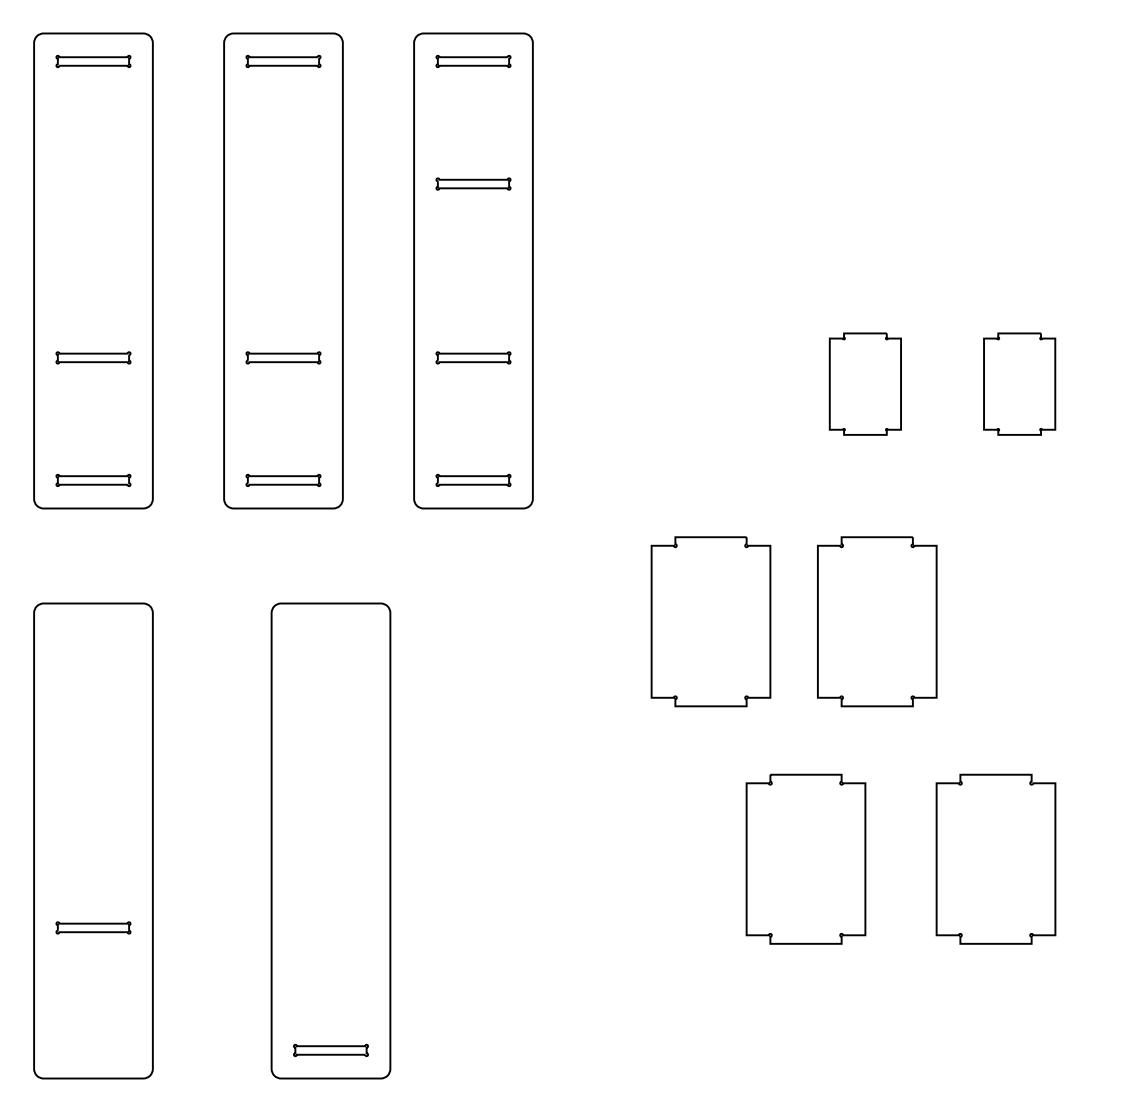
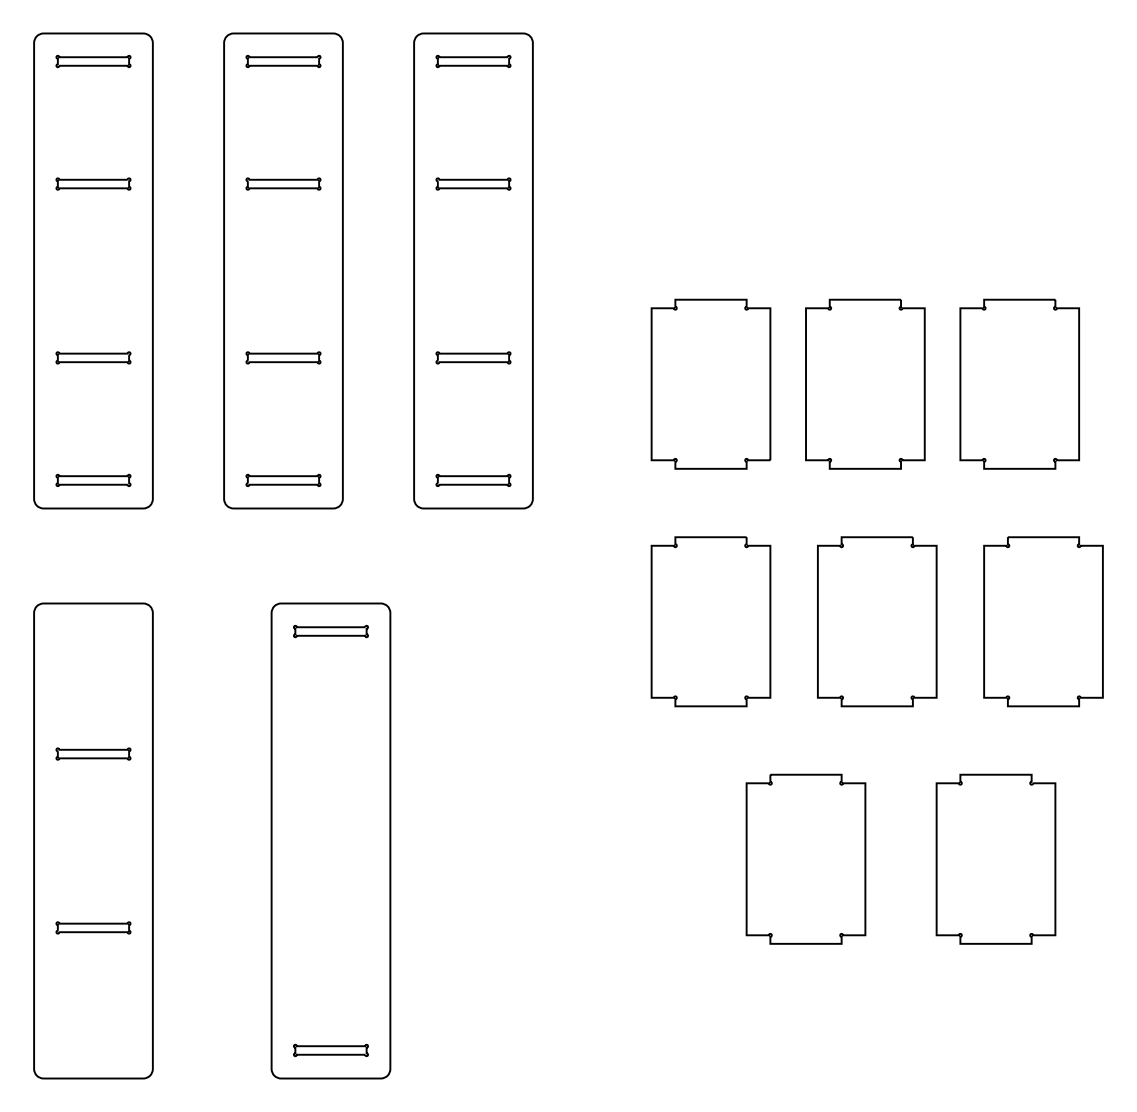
part at (93, 183): none -> present
part at (283, 183): none -> present
part at (710, 383): none -> present
part at (864, 383) size: 74x104 px -> 121x172 px
part at (1019, 383) size: 74x104 px -> 121x172 px
part at (1043, 621): none -> present
part at (330, 631): none -> present
part at (93, 753): none -> present
